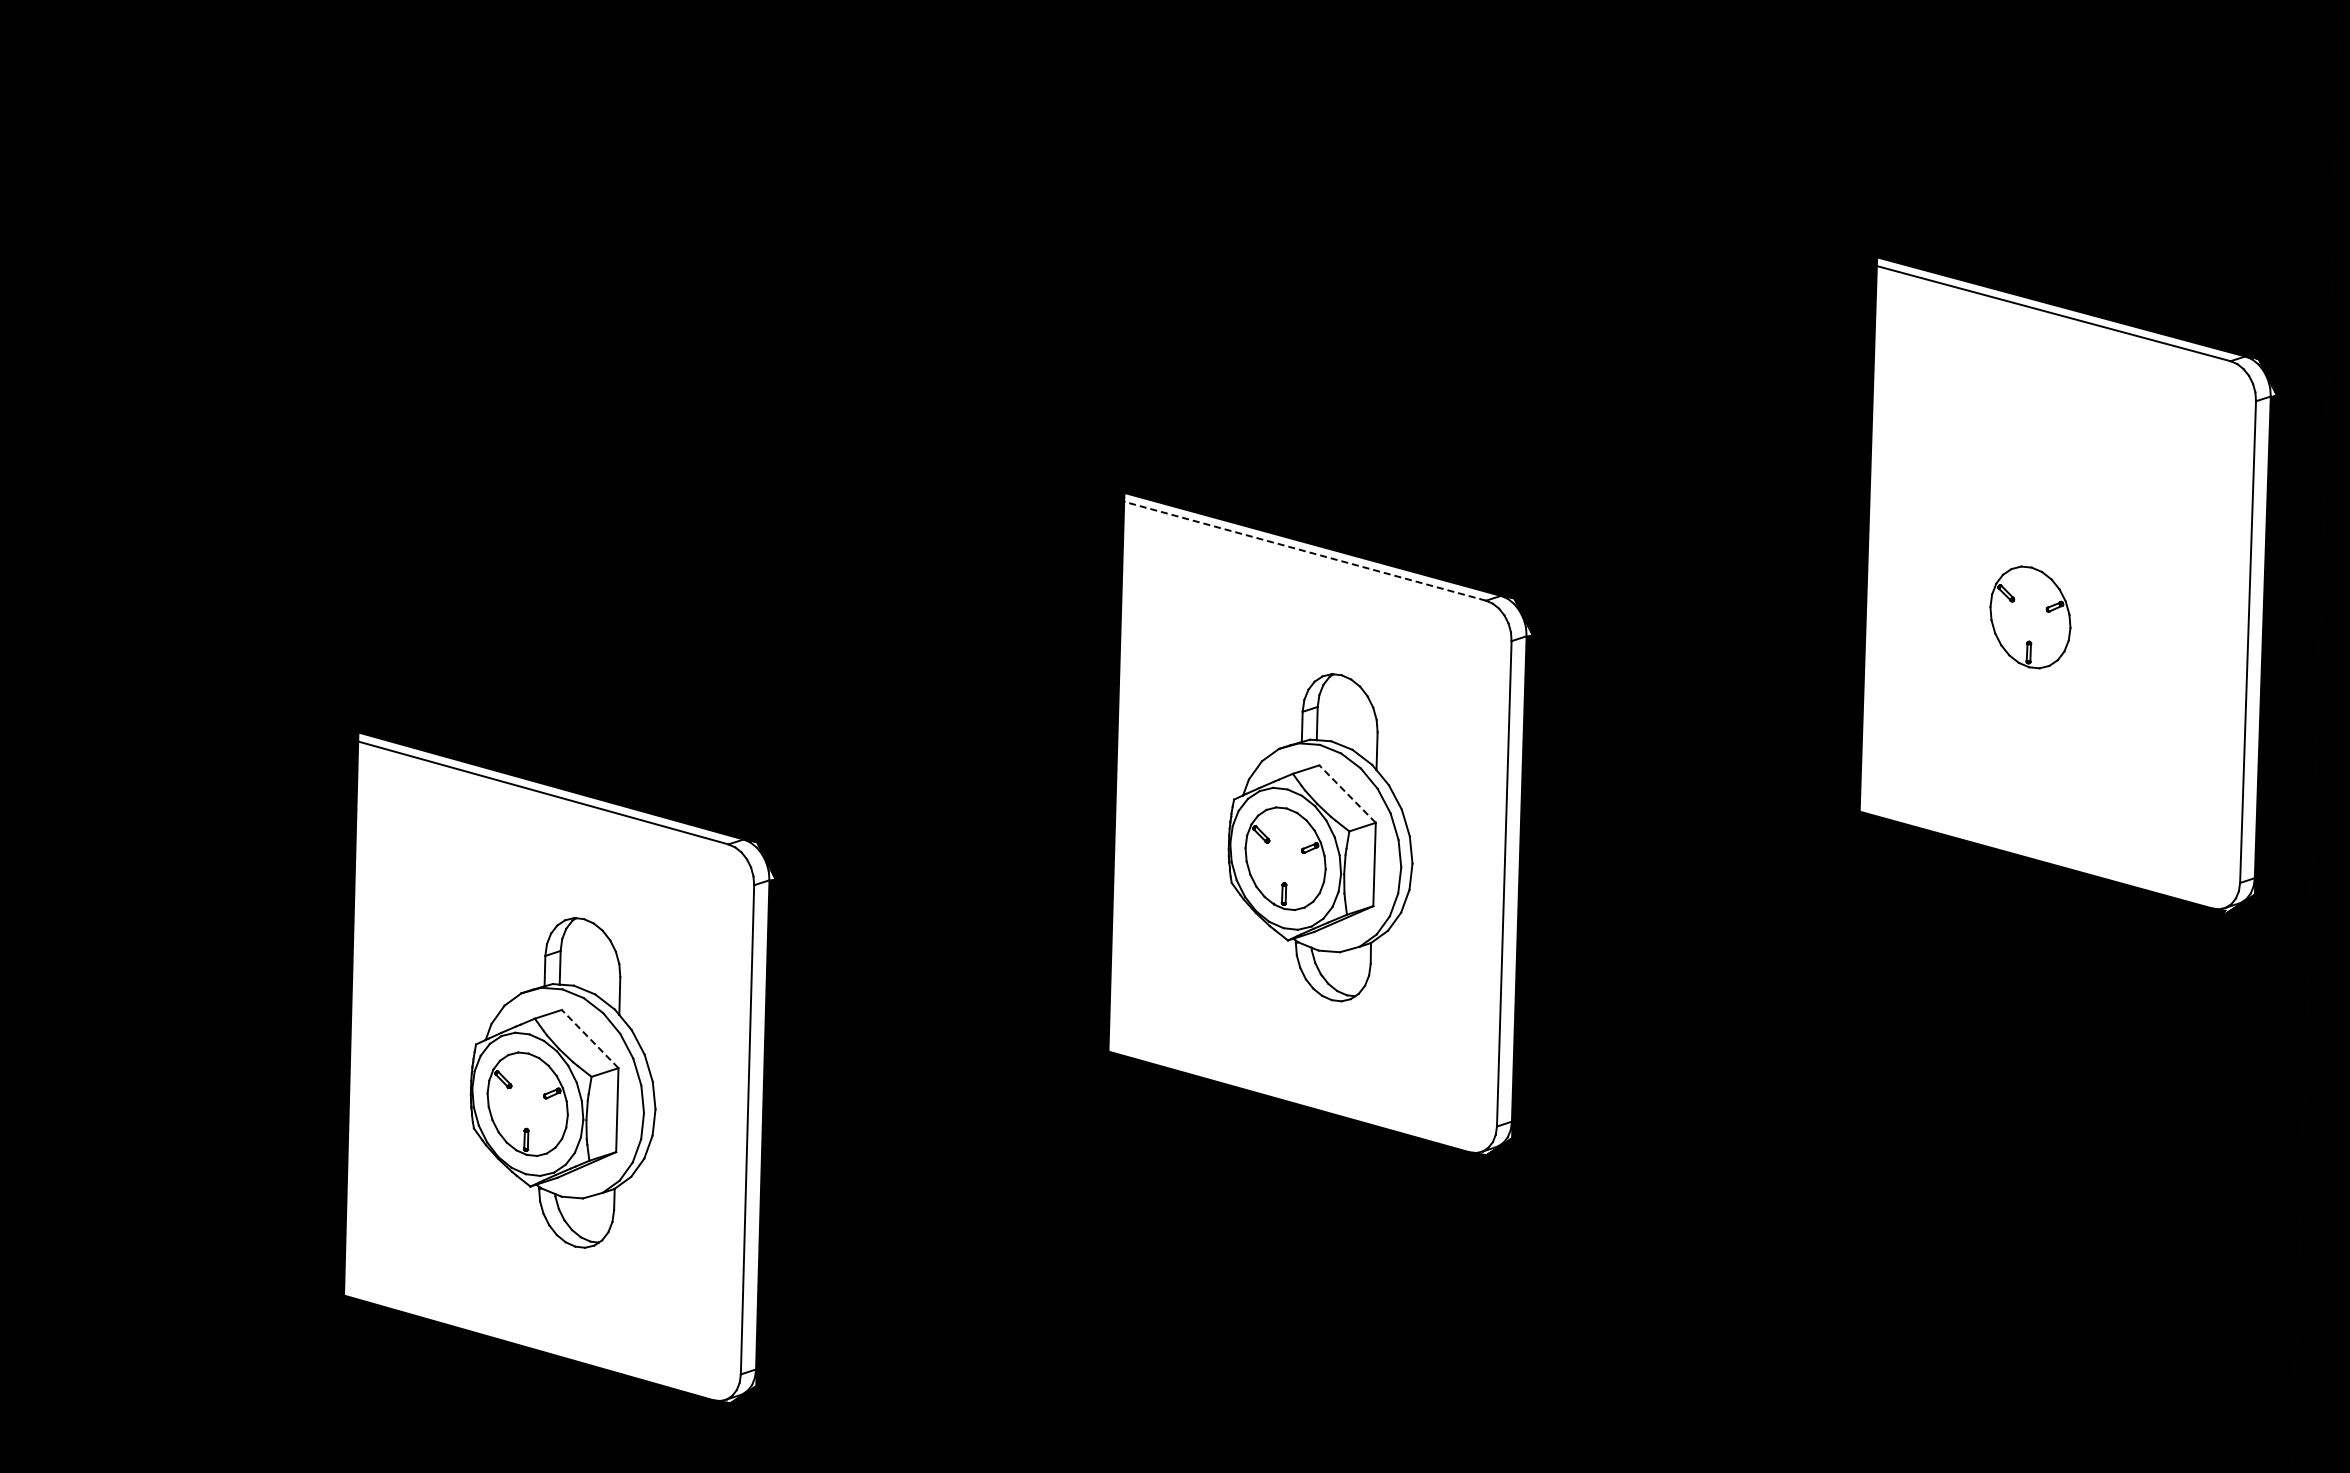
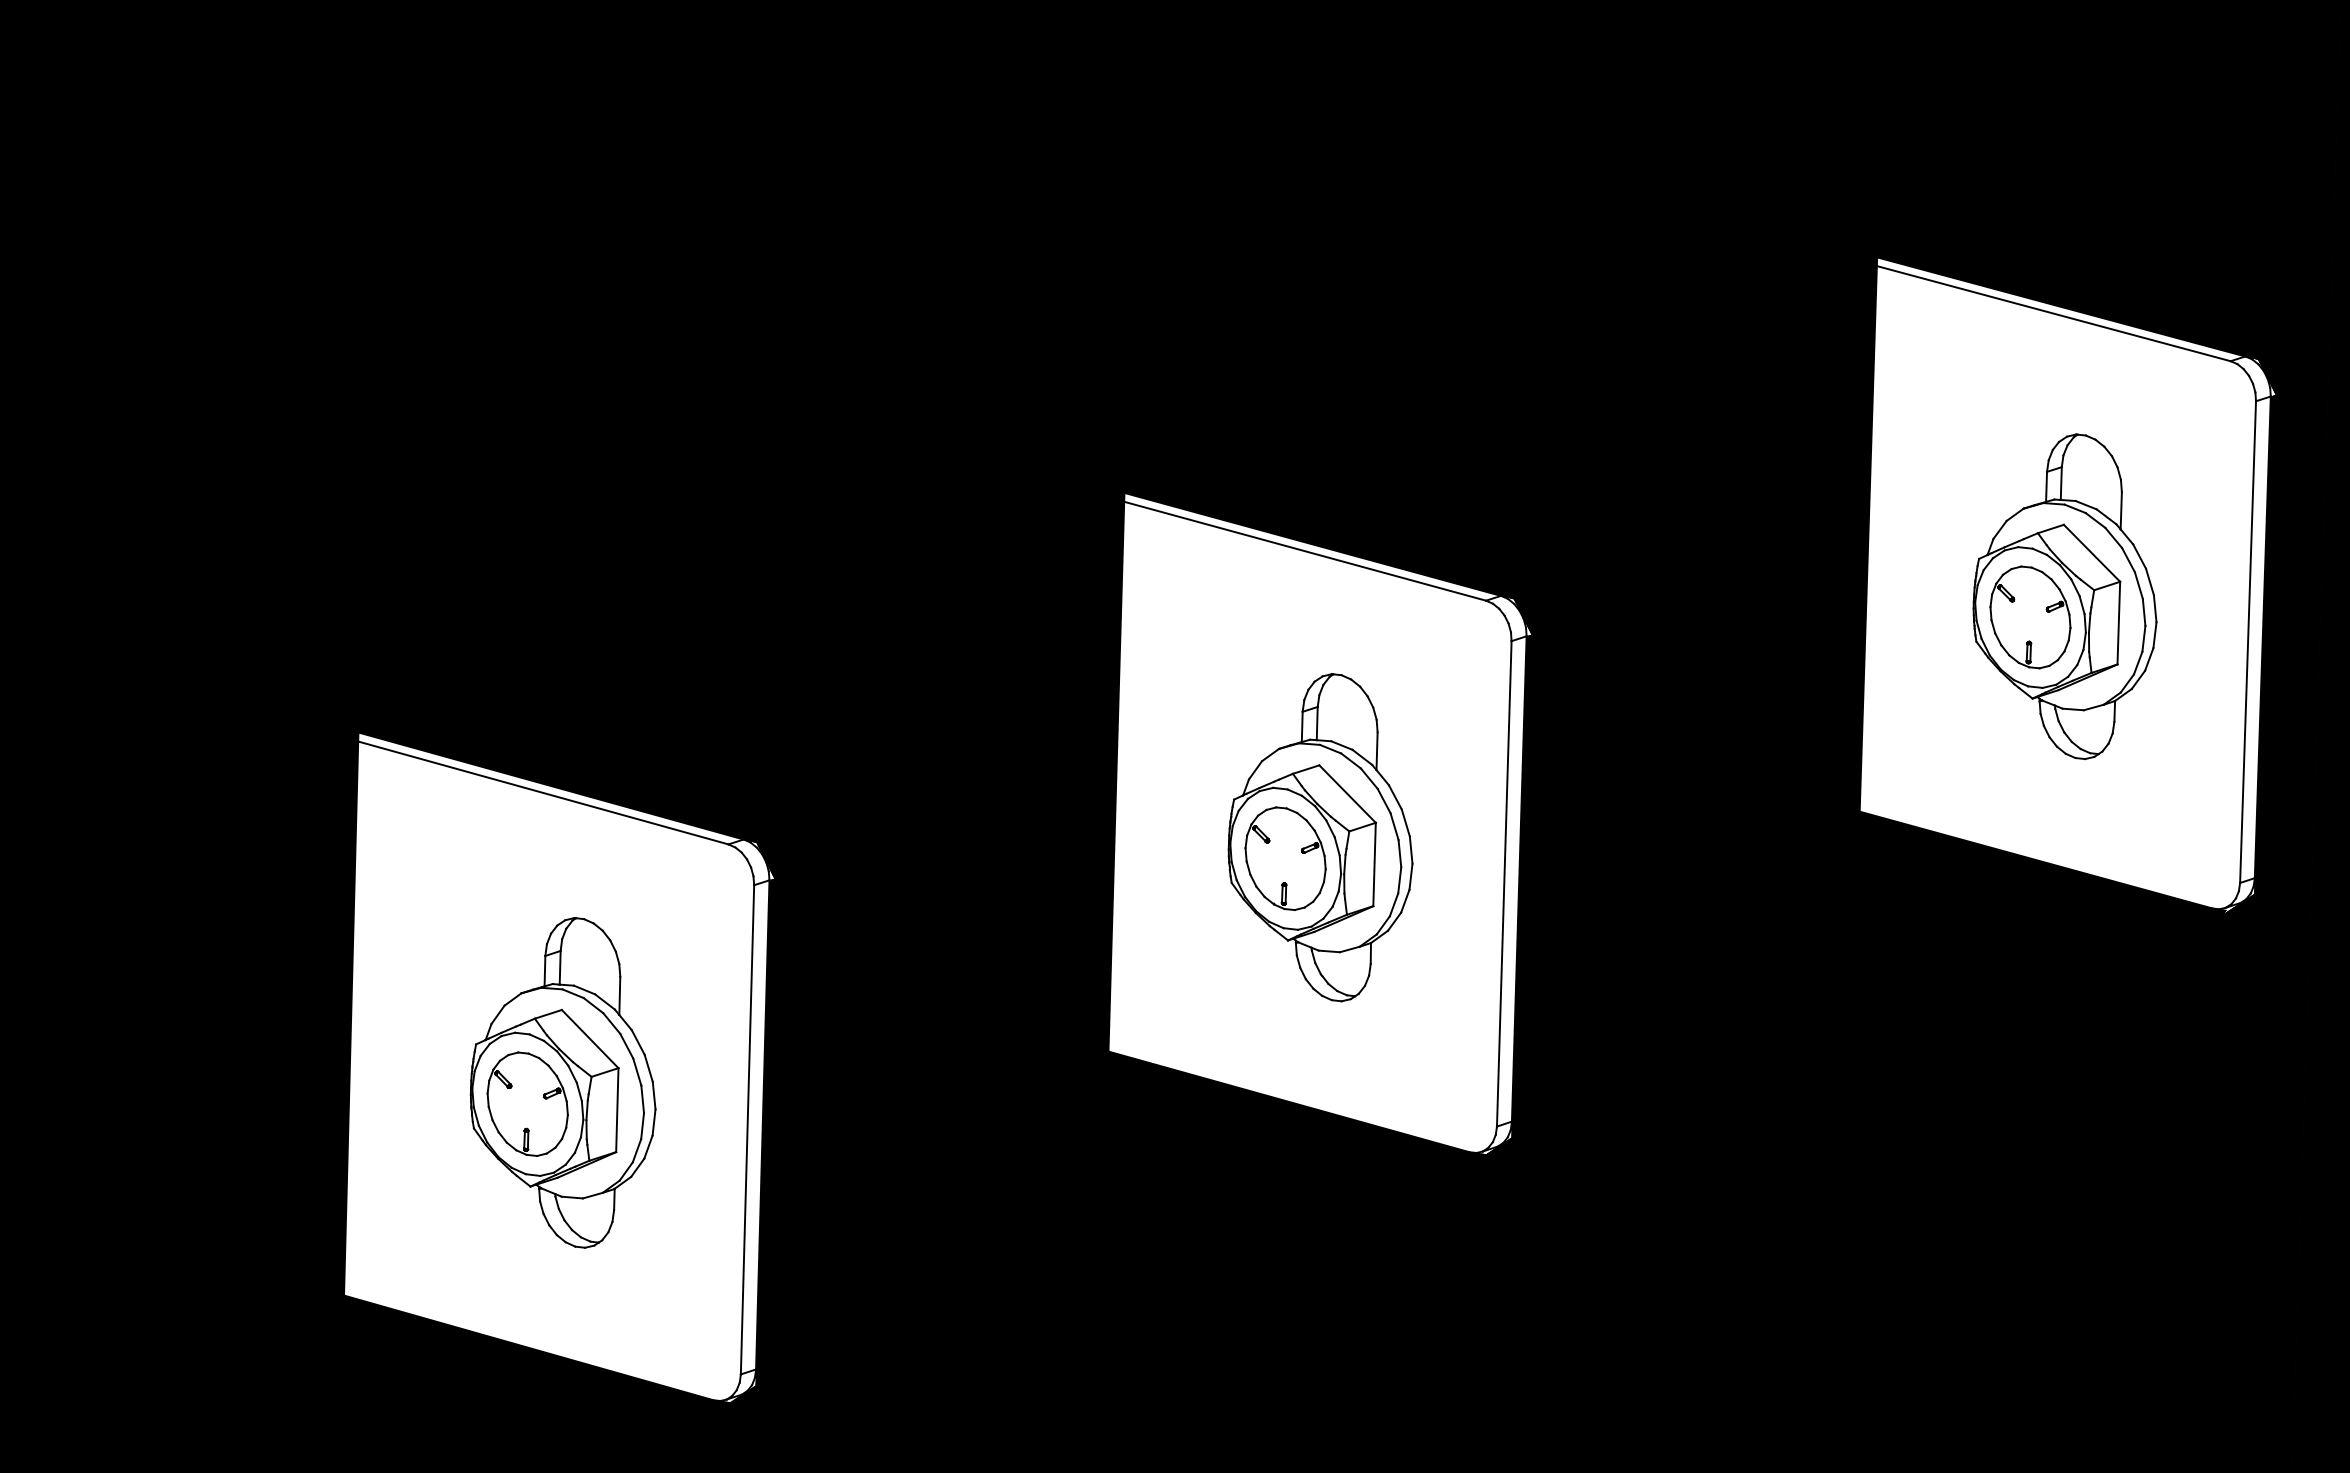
line at (1305, 551): dashed -> solid
part at (2064, 596): none -> present
line at (1347, 793): dashed -> solid
line at (590, 1039): dashed -> solid
